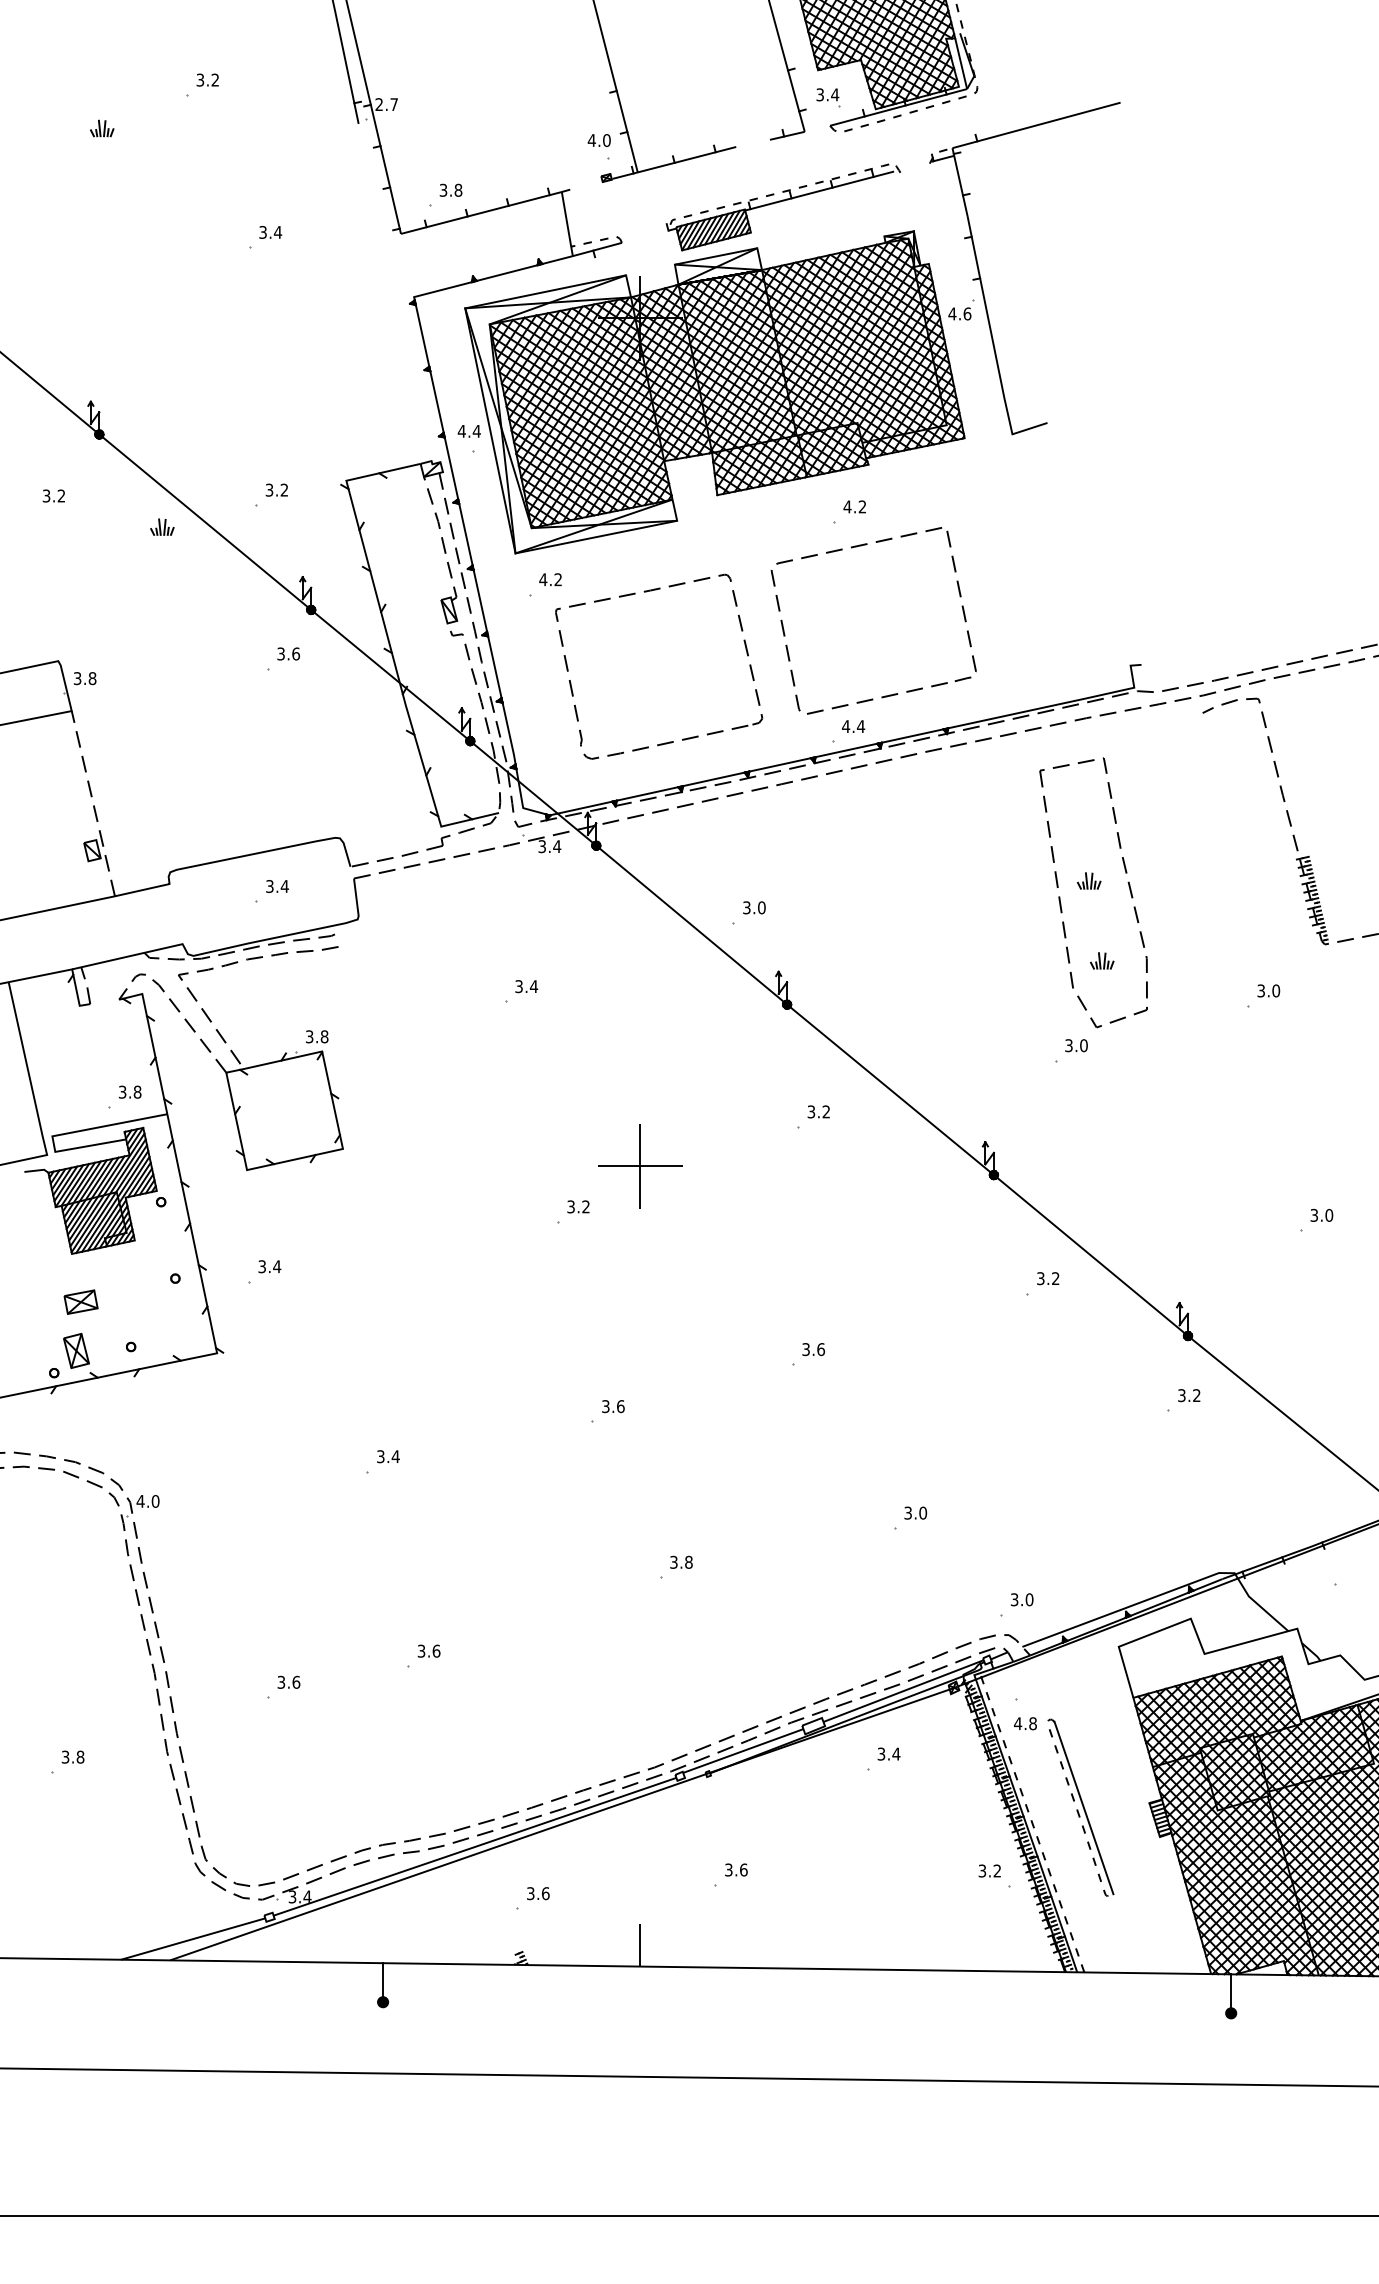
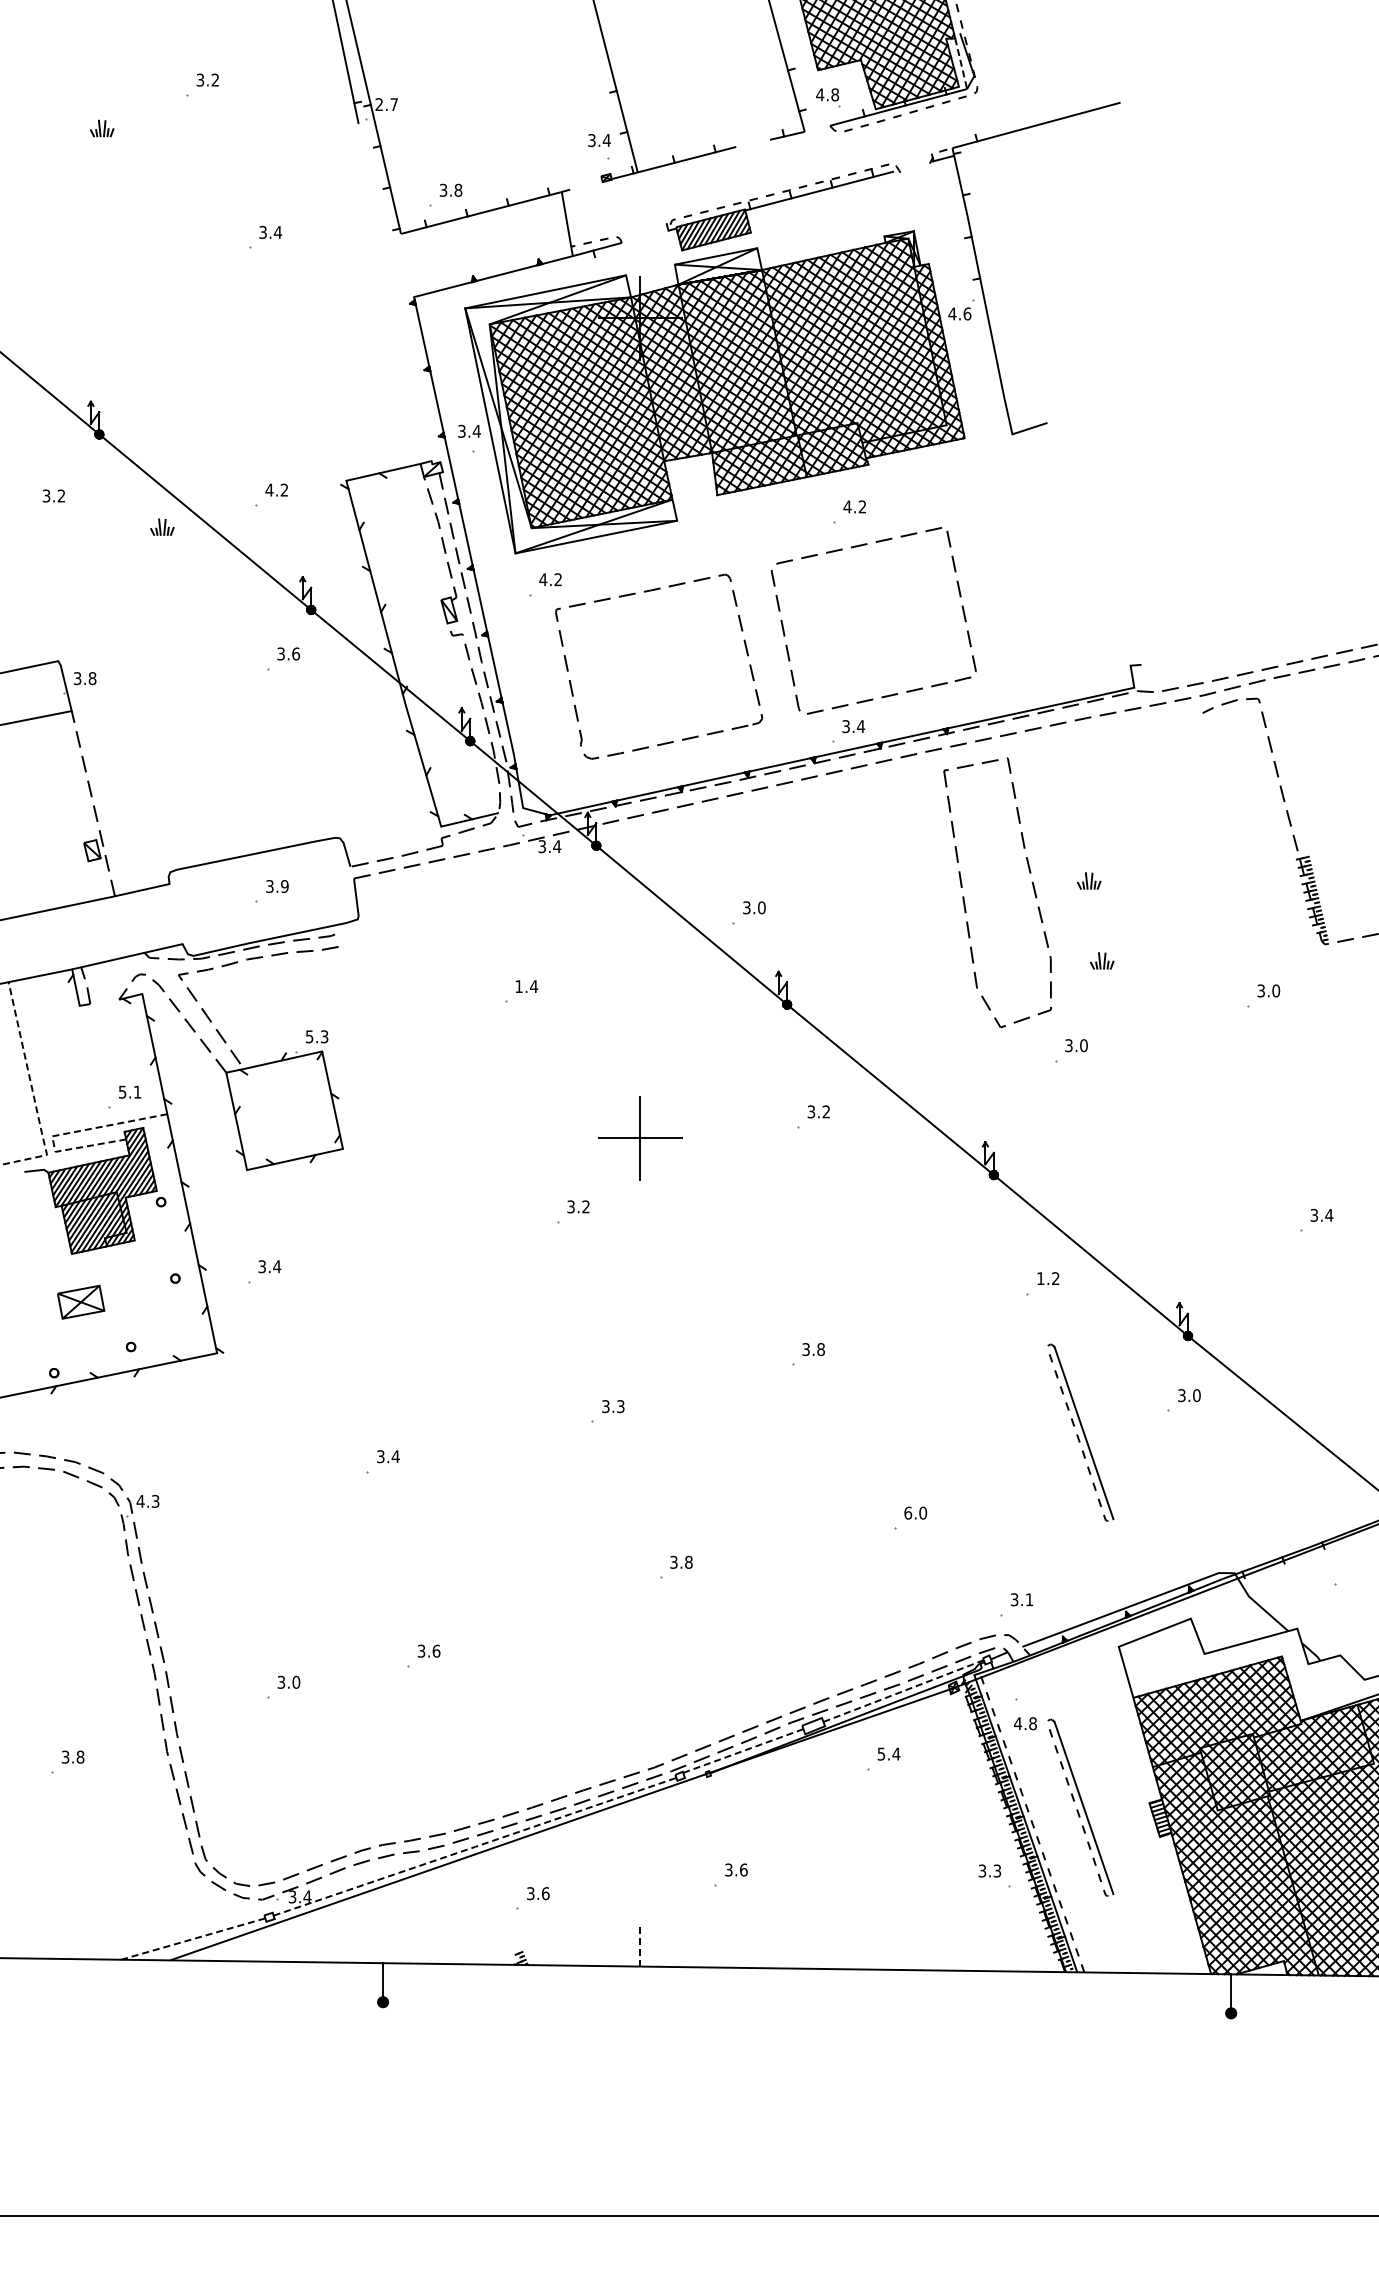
line at (961, 64): solid -> dashed
text at (827, 94): 3.4 -> 4.8
text at (598, 140): 4.0 -> 3.4
text at (461, 430): 4.4 -> 3.4
text at (269, 489): 3.2 -> 4.2
text at (846, 726): 4.4 -> 3.4
text at (284, 886): 3.4 -> 3.9
part at (1060, 896) position: (1060, 896) -> (964, 896)
text at (518, 986): 3.4 -> 1.4
text at (317, 1036): 3.8 -> 5.3
text at (130, 1091): 3.8 -> 5.1
line at (33, 1093): solid -> dashed
line at (66, 1133): solid -> dashed
part at (640, 1166) position: (640, 1166) -> (640, 1138)
text at (1329, 1214): 3.0 -> 3.4
text at (1040, 1278): 3.2 -> 1.2
part at (80, 1301) size: 36x26 px -> 49x36 px
text at (821, 1349): 3.6 -> 3.8
part at (76, 1350): present -> none
text at (1196, 1395): 3.2 -> 3.0
text at (620, 1406): 3.6 -> 3.3
part at (1080, 1432): none -> present
text at (155, 1501): 4.0 -> 4.3
text at (908, 1512): 3.0 -> 6.0
text at (1029, 1599): 3.0 -> 3.1
text at (296, 1681): 3.6 -> 3.0
line at (903, 1691): solid -> dashed
line at (743, 1751): solid -> dashed
text at (881, 1753): 3.4 -> 5.4
line at (475, 1846): solid -> dashed
text at (997, 1871): 3.2 -> 3.3
line at (193, 1938): solid -> dashed
line at (640, 1944): solid -> dashed
line at (688, 2077): present -> none
